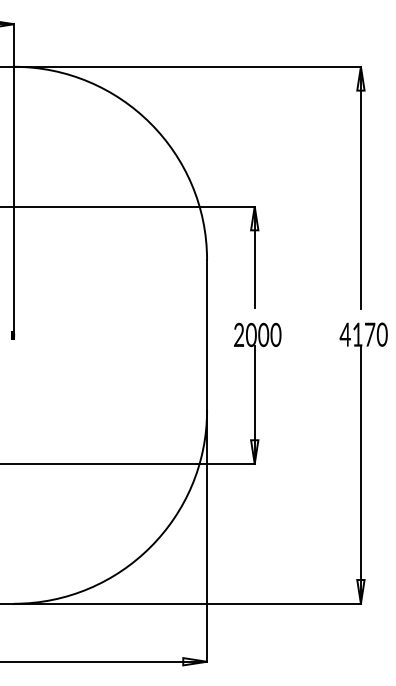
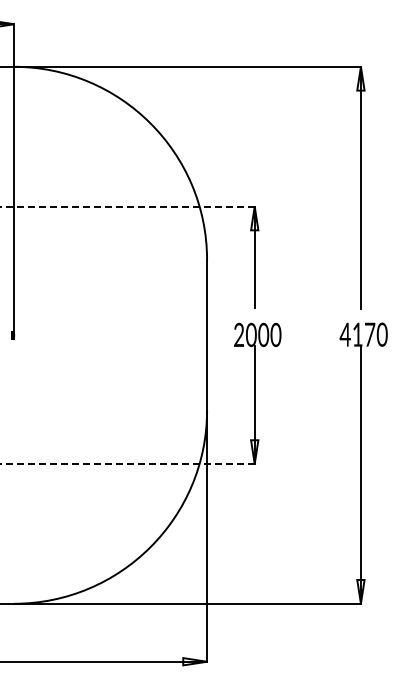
line at (128, 206): solid -> dashed
line at (128, 464): solid -> dashed
